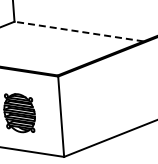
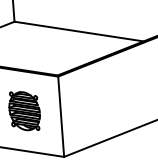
line at (78, 31): dashed -> solid
part at (19, 113) position: (19, 113) -> (24, 111)
